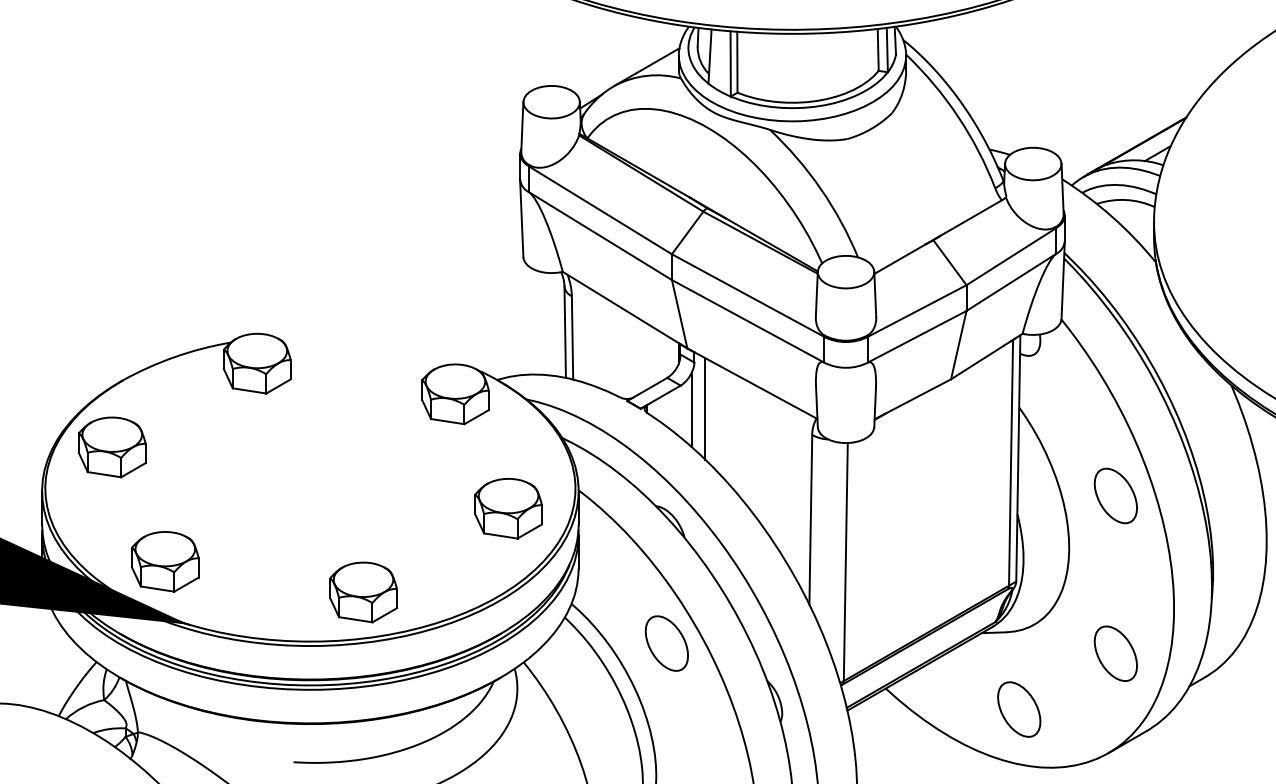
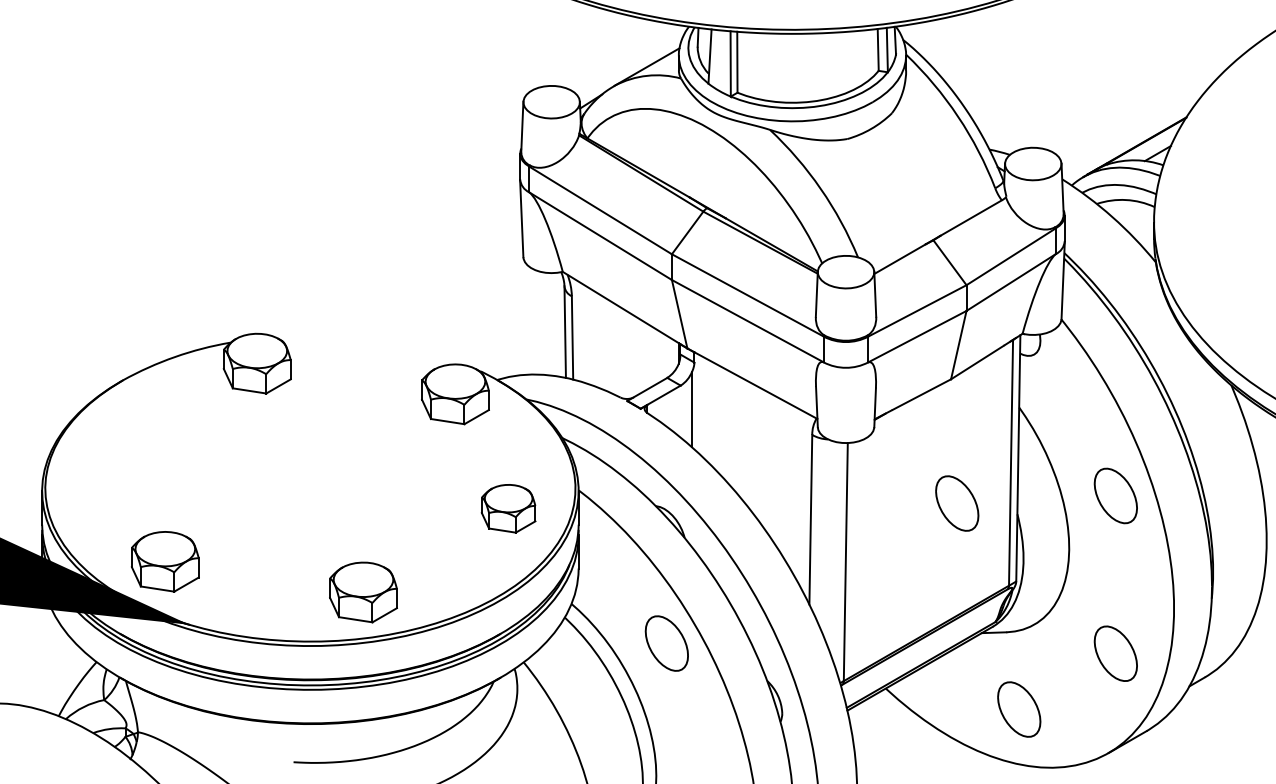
line at (705, 408): present -> none
part at (111, 447): present -> none
part at (957, 503): none -> present
part at (508, 508) size: 70x62 px -> 57x50 px
